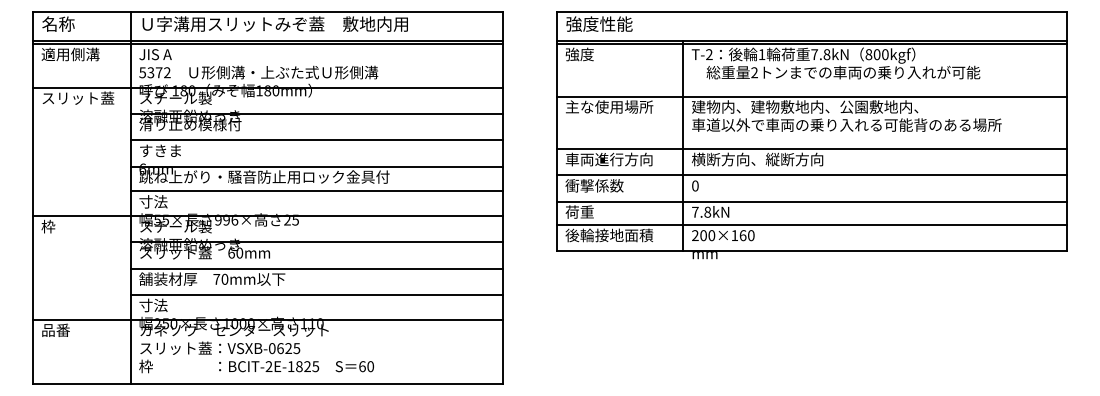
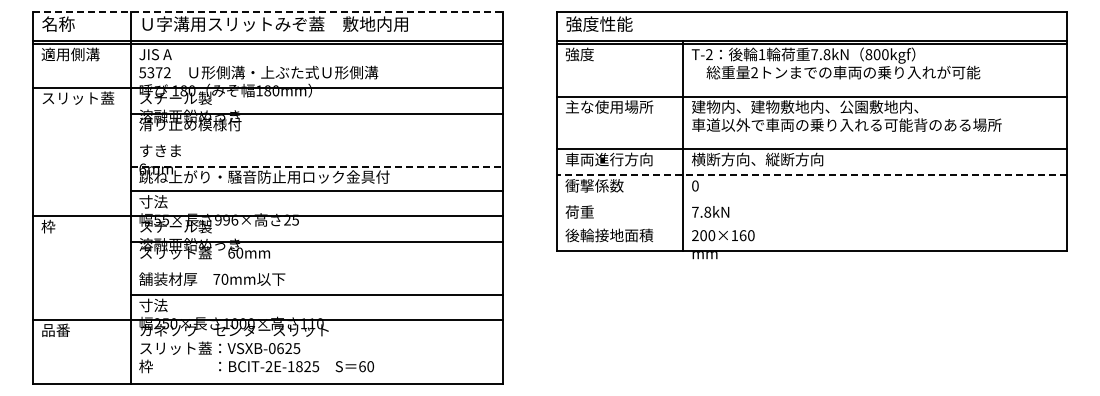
line at (267, 11): solid -> dashed
line at (316, 140): present -> none
line at (316, 166): solid -> dashed
line at (812, 175): solid -> dashed
line at (812, 201): present -> none
line at (812, 224): present -> none
line at (316, 268): present -> none
